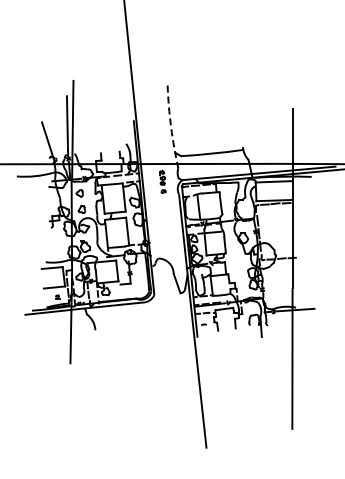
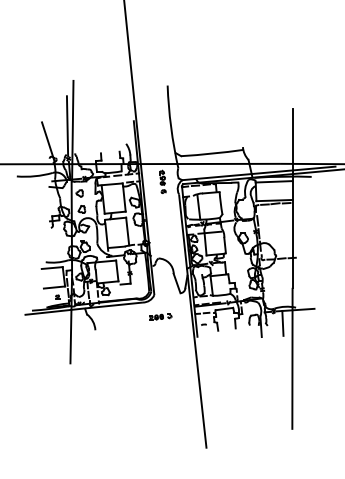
arc at (171, 127): dashed -> solid
part at (160, 316): none -> present
line at (282, 322): none -> present
